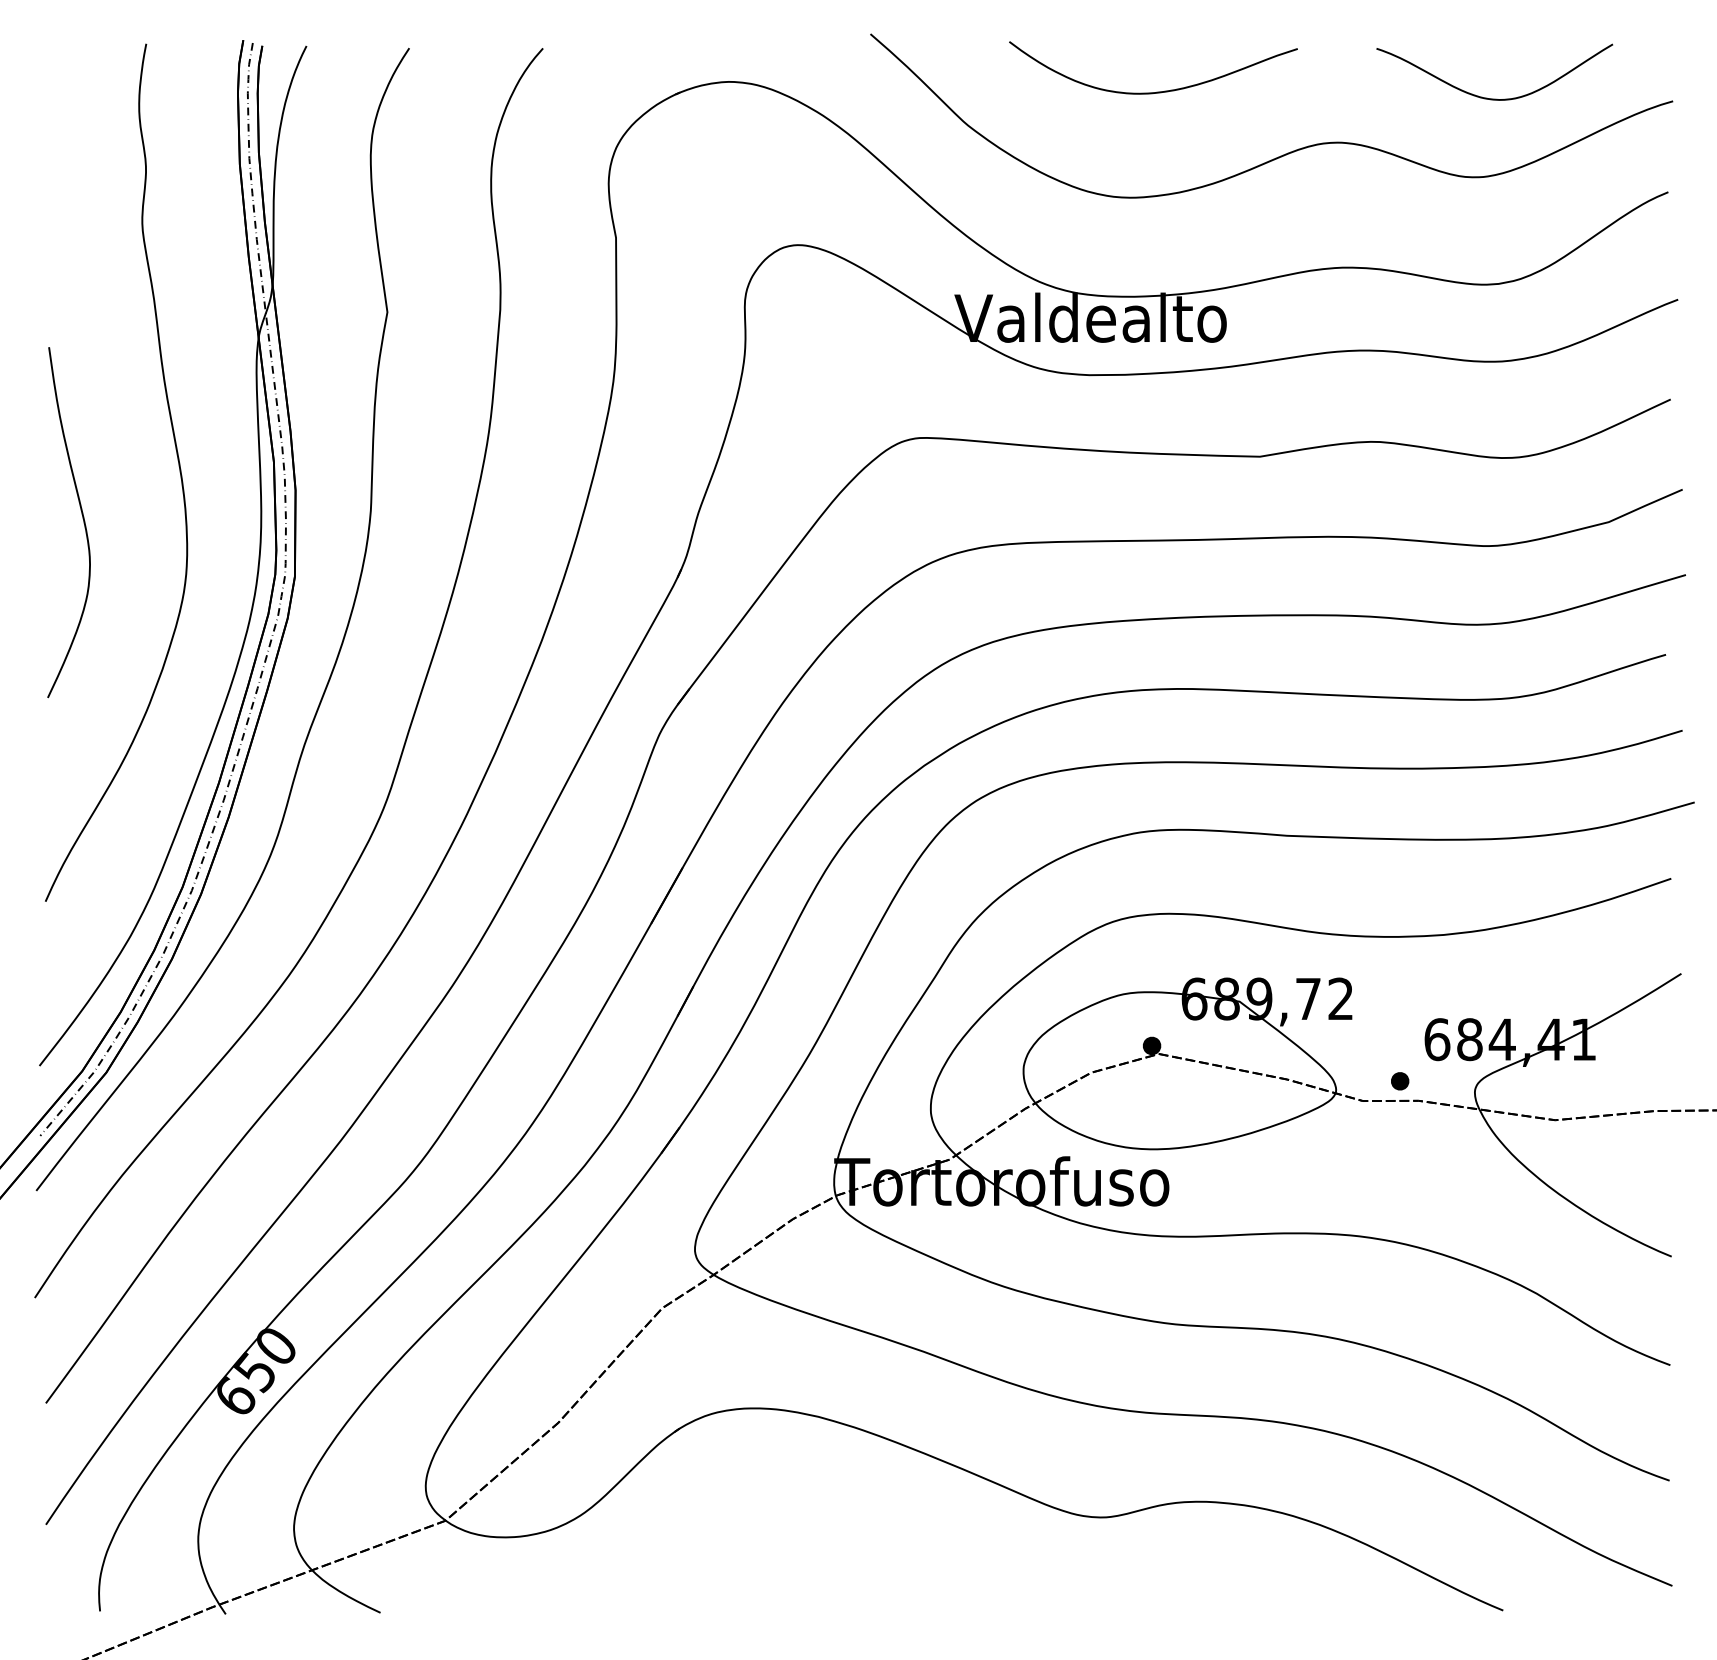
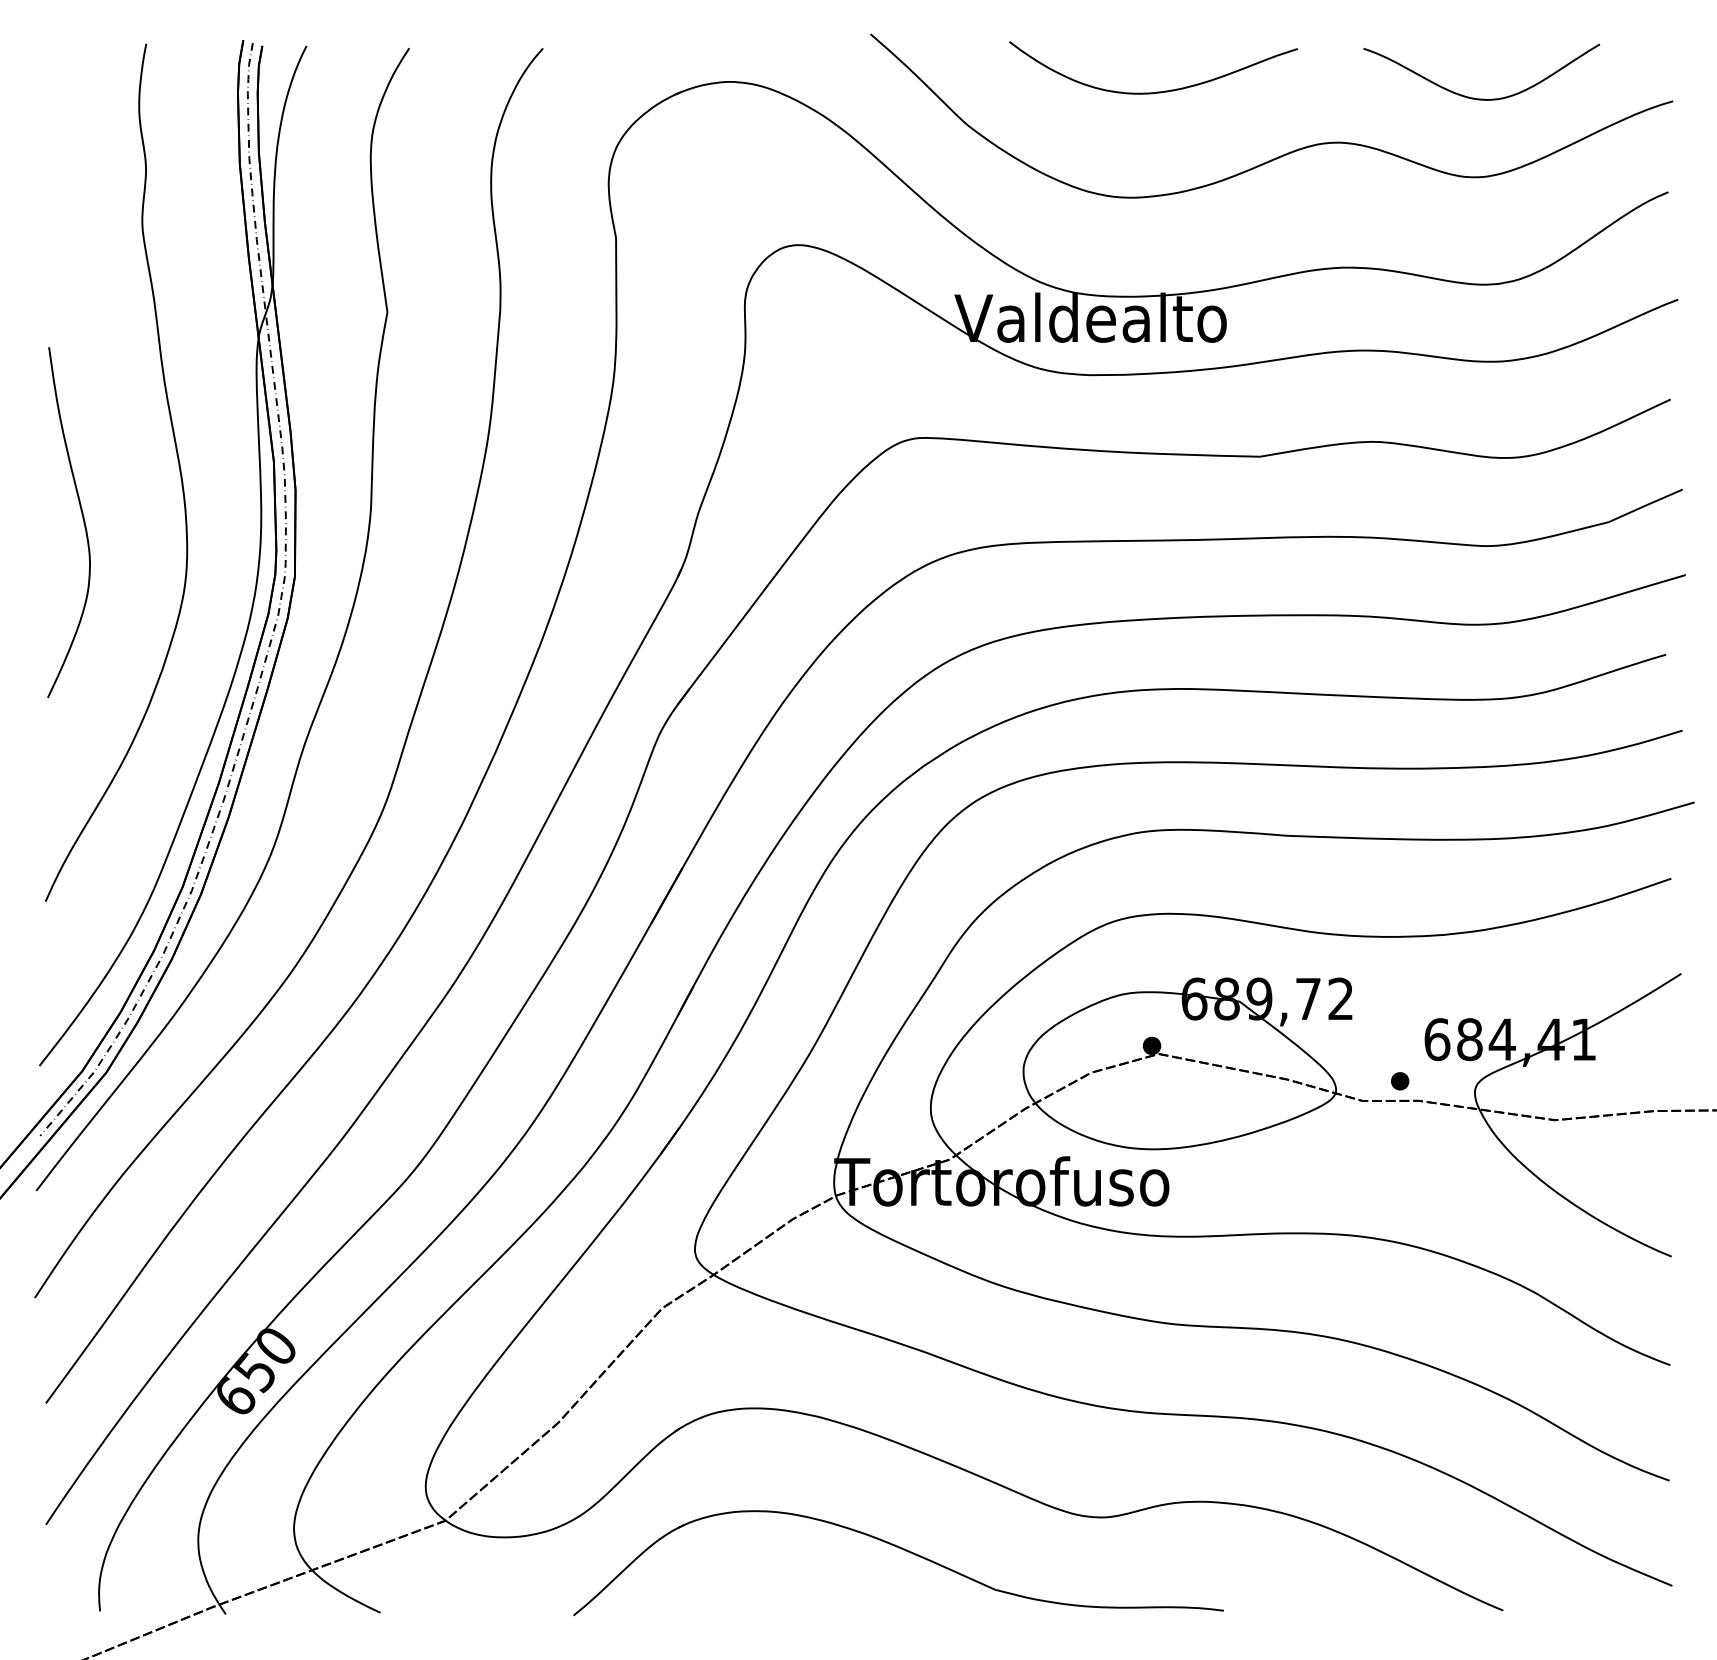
curve at (1487, 97) position: (1487, 97) -> (1474, 97)
part at (905, 1551): none -> present
